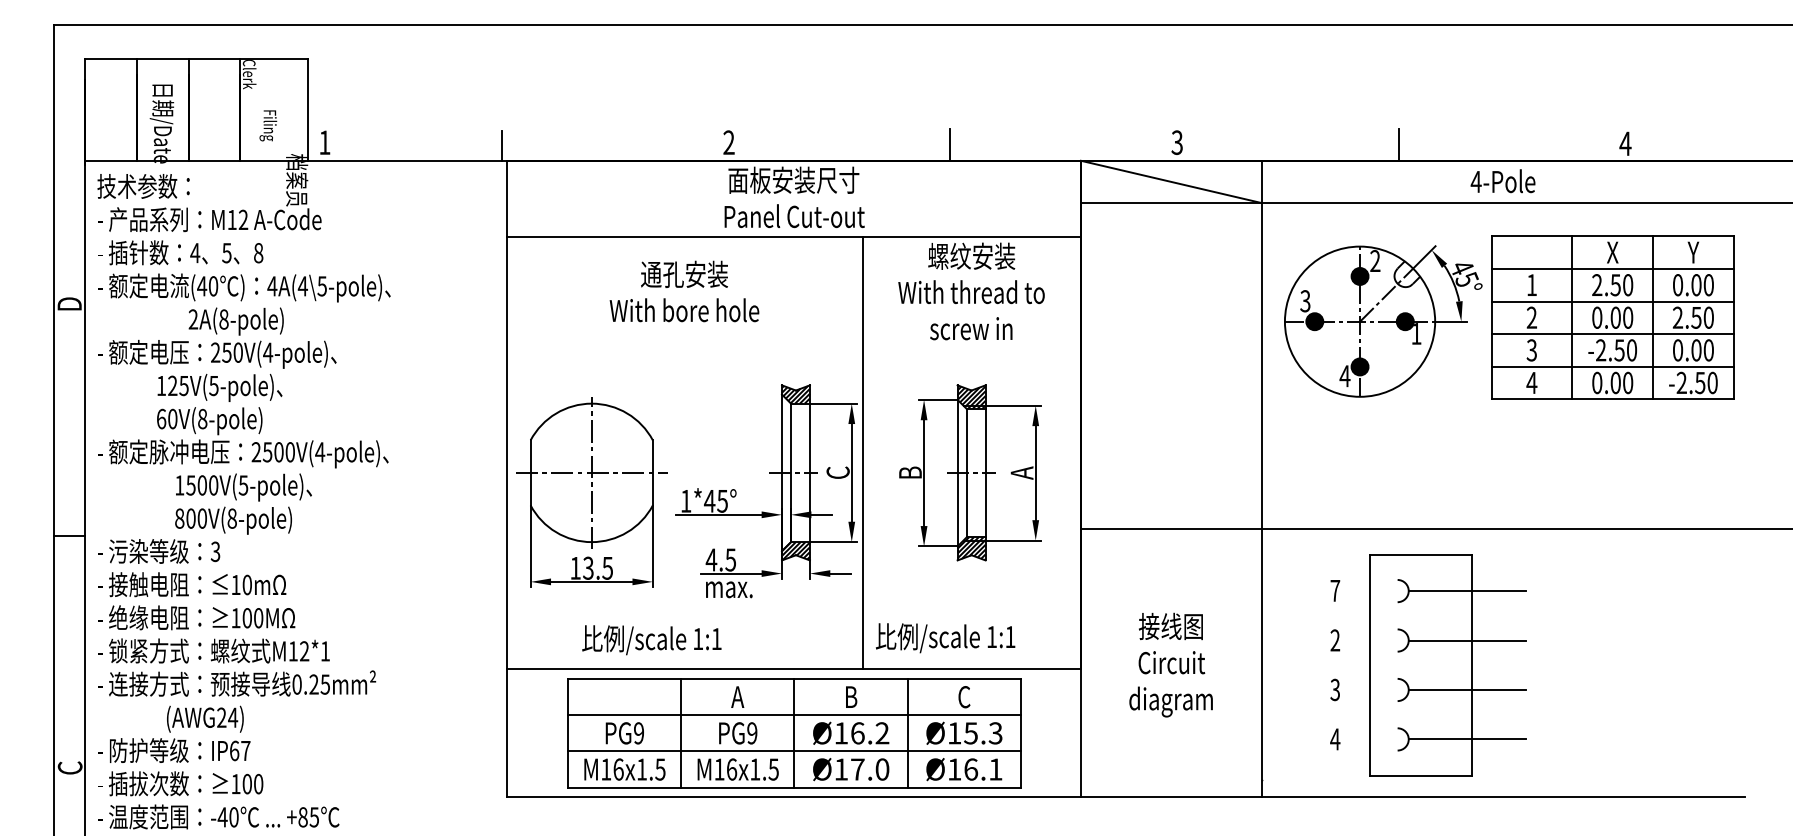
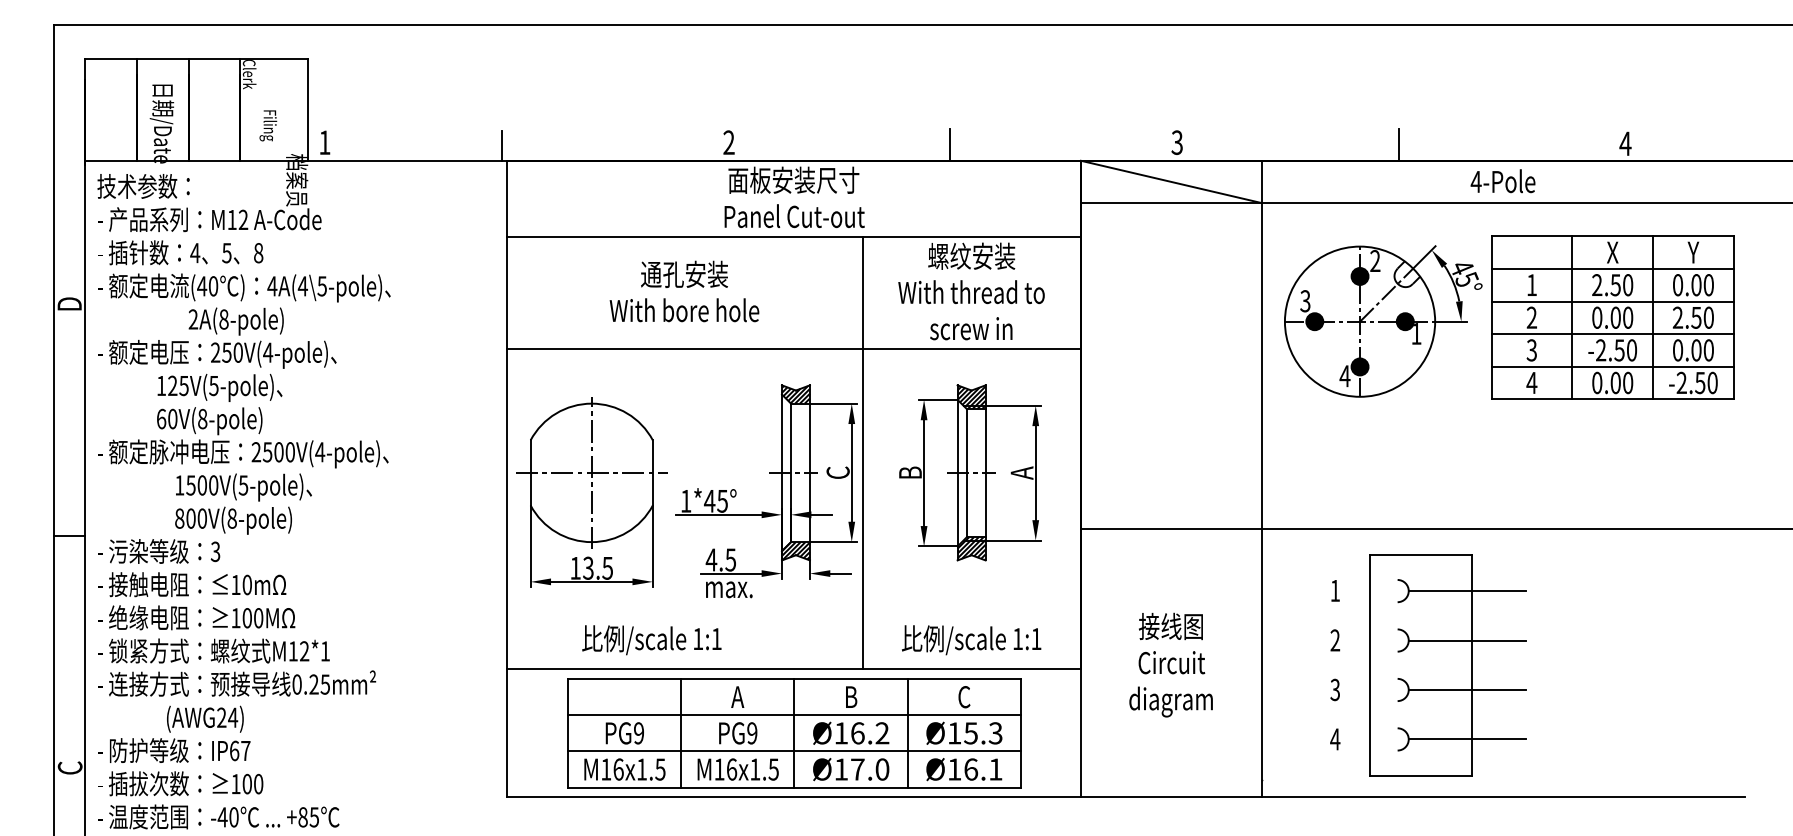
line at (793, 349): none -> present
text at (1335, 590): 7 -> 1
text at (945, 638) position: (945, 638) -> (971, 640)
